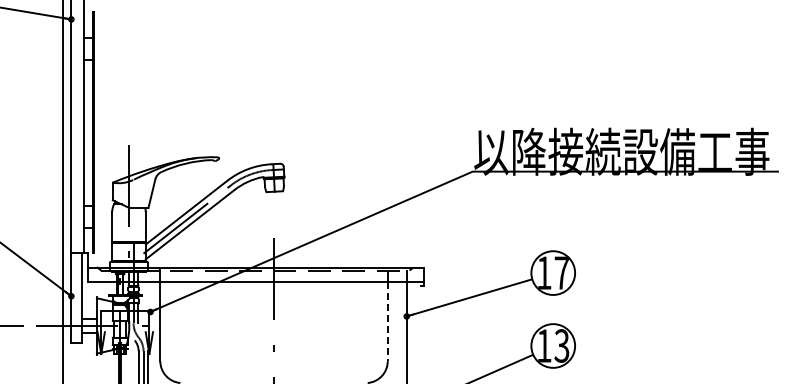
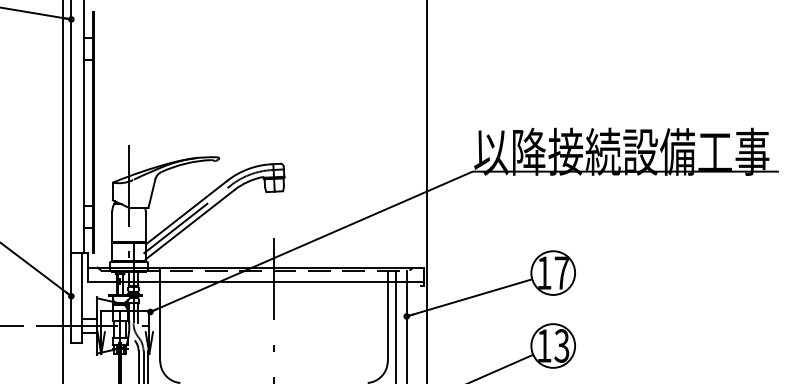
line at (427, 191): none -> present
line at (387, 322): dashed -> solid
line at (395, 325): none -> present
